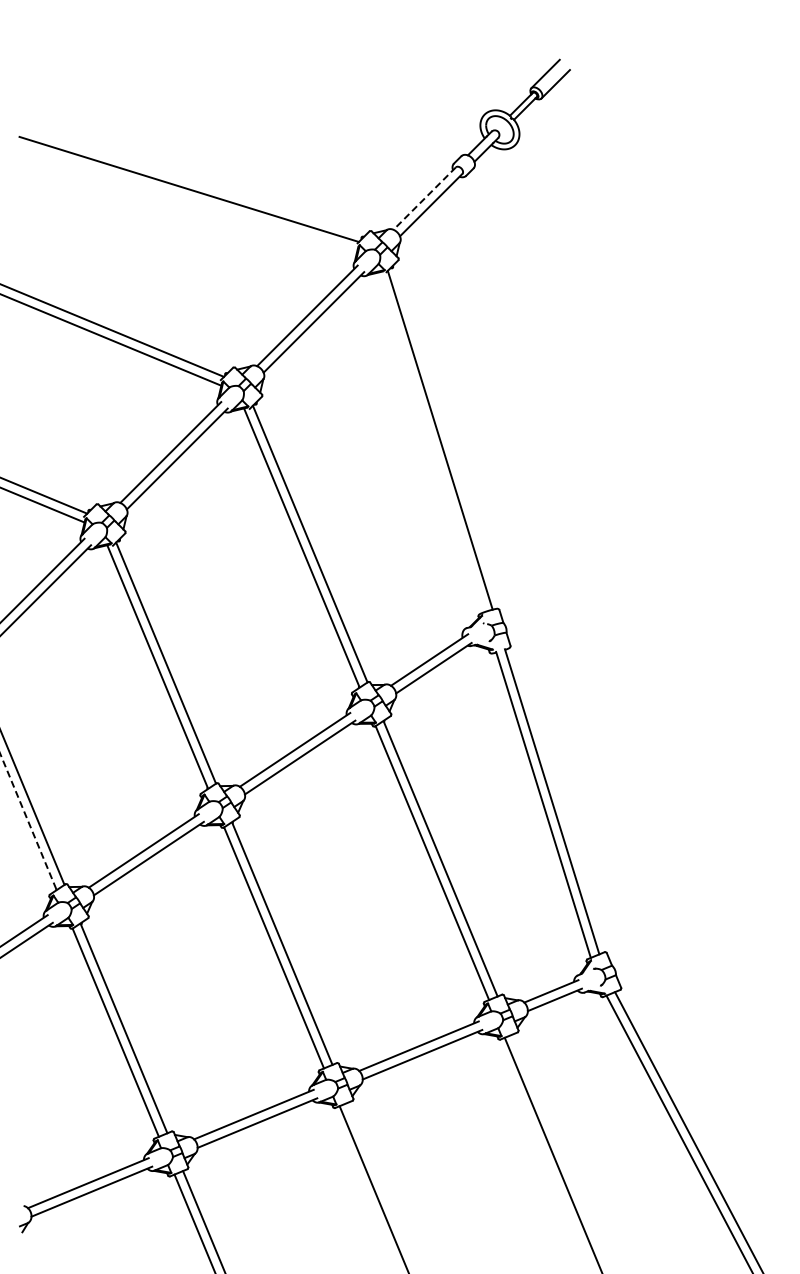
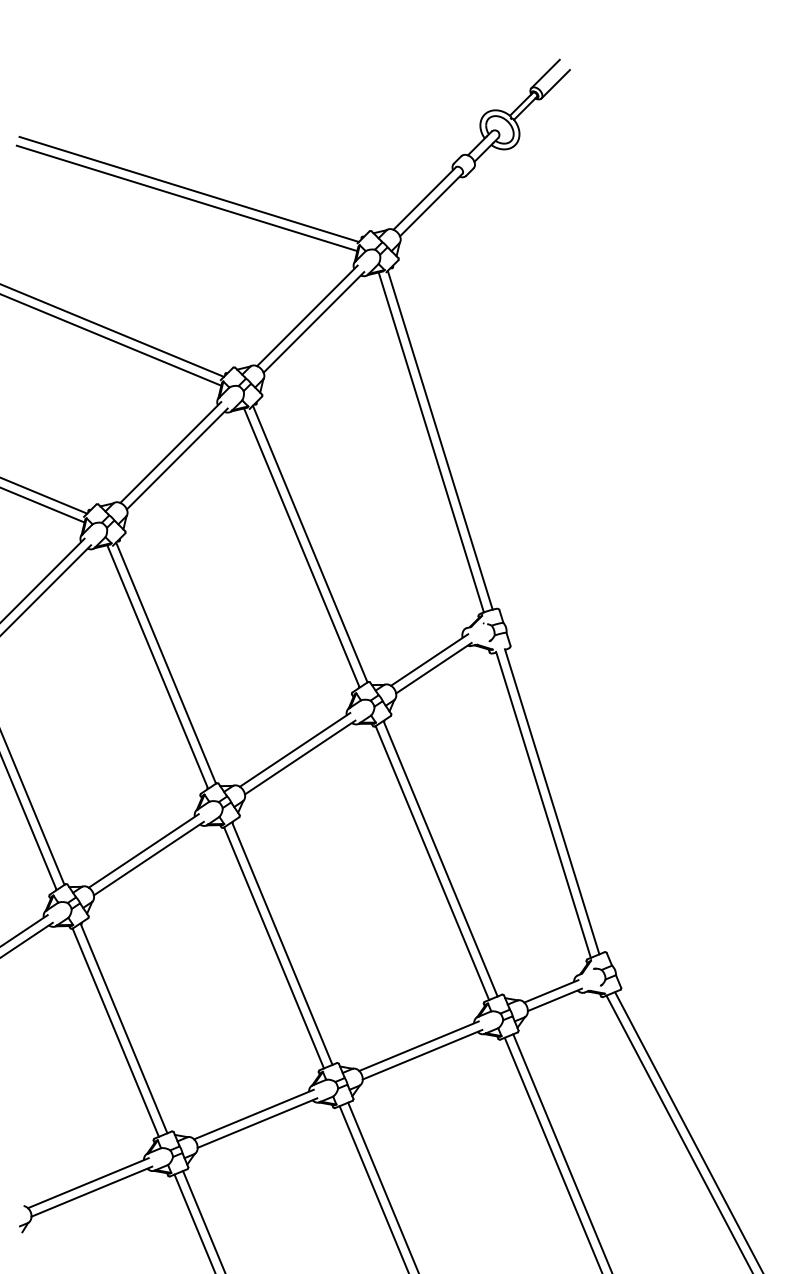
line at (186, 198): none -> present
line at (424, 198): dashed -> solid
line at (430, 442): none -> present
line at (28, 821): dashed -> solid
line at (562, 1152): none -> present
line at (382, 1186): none -> present
